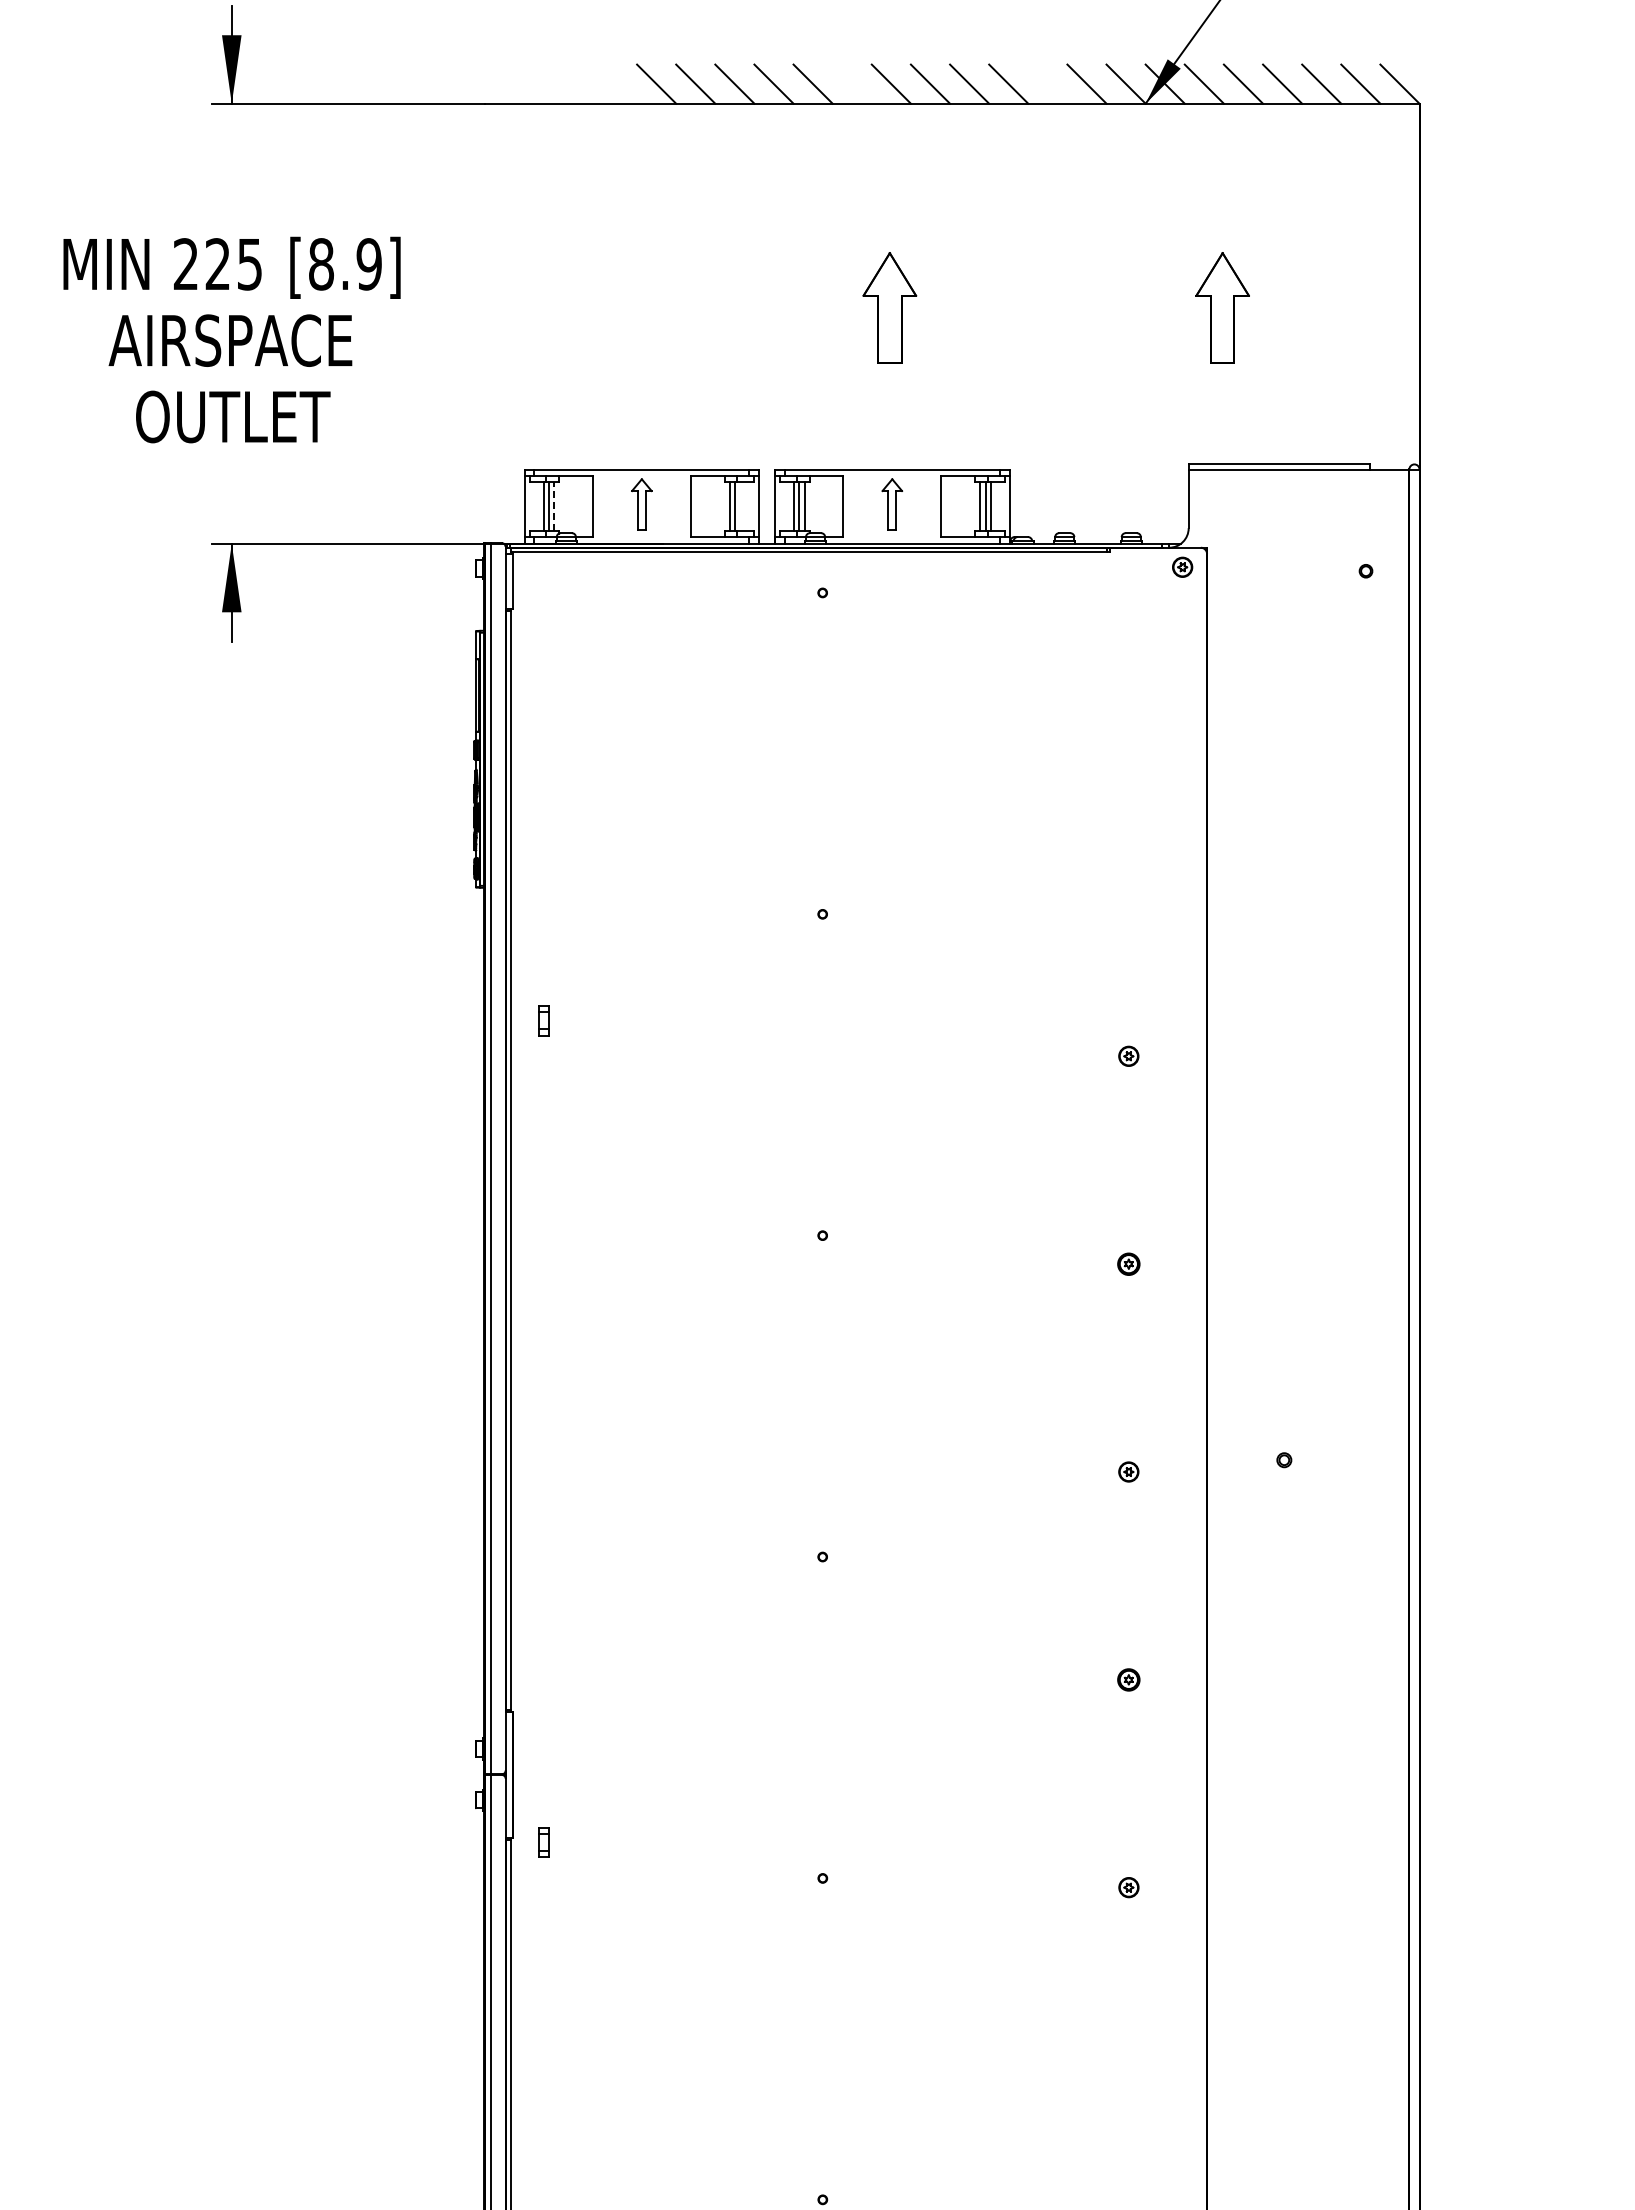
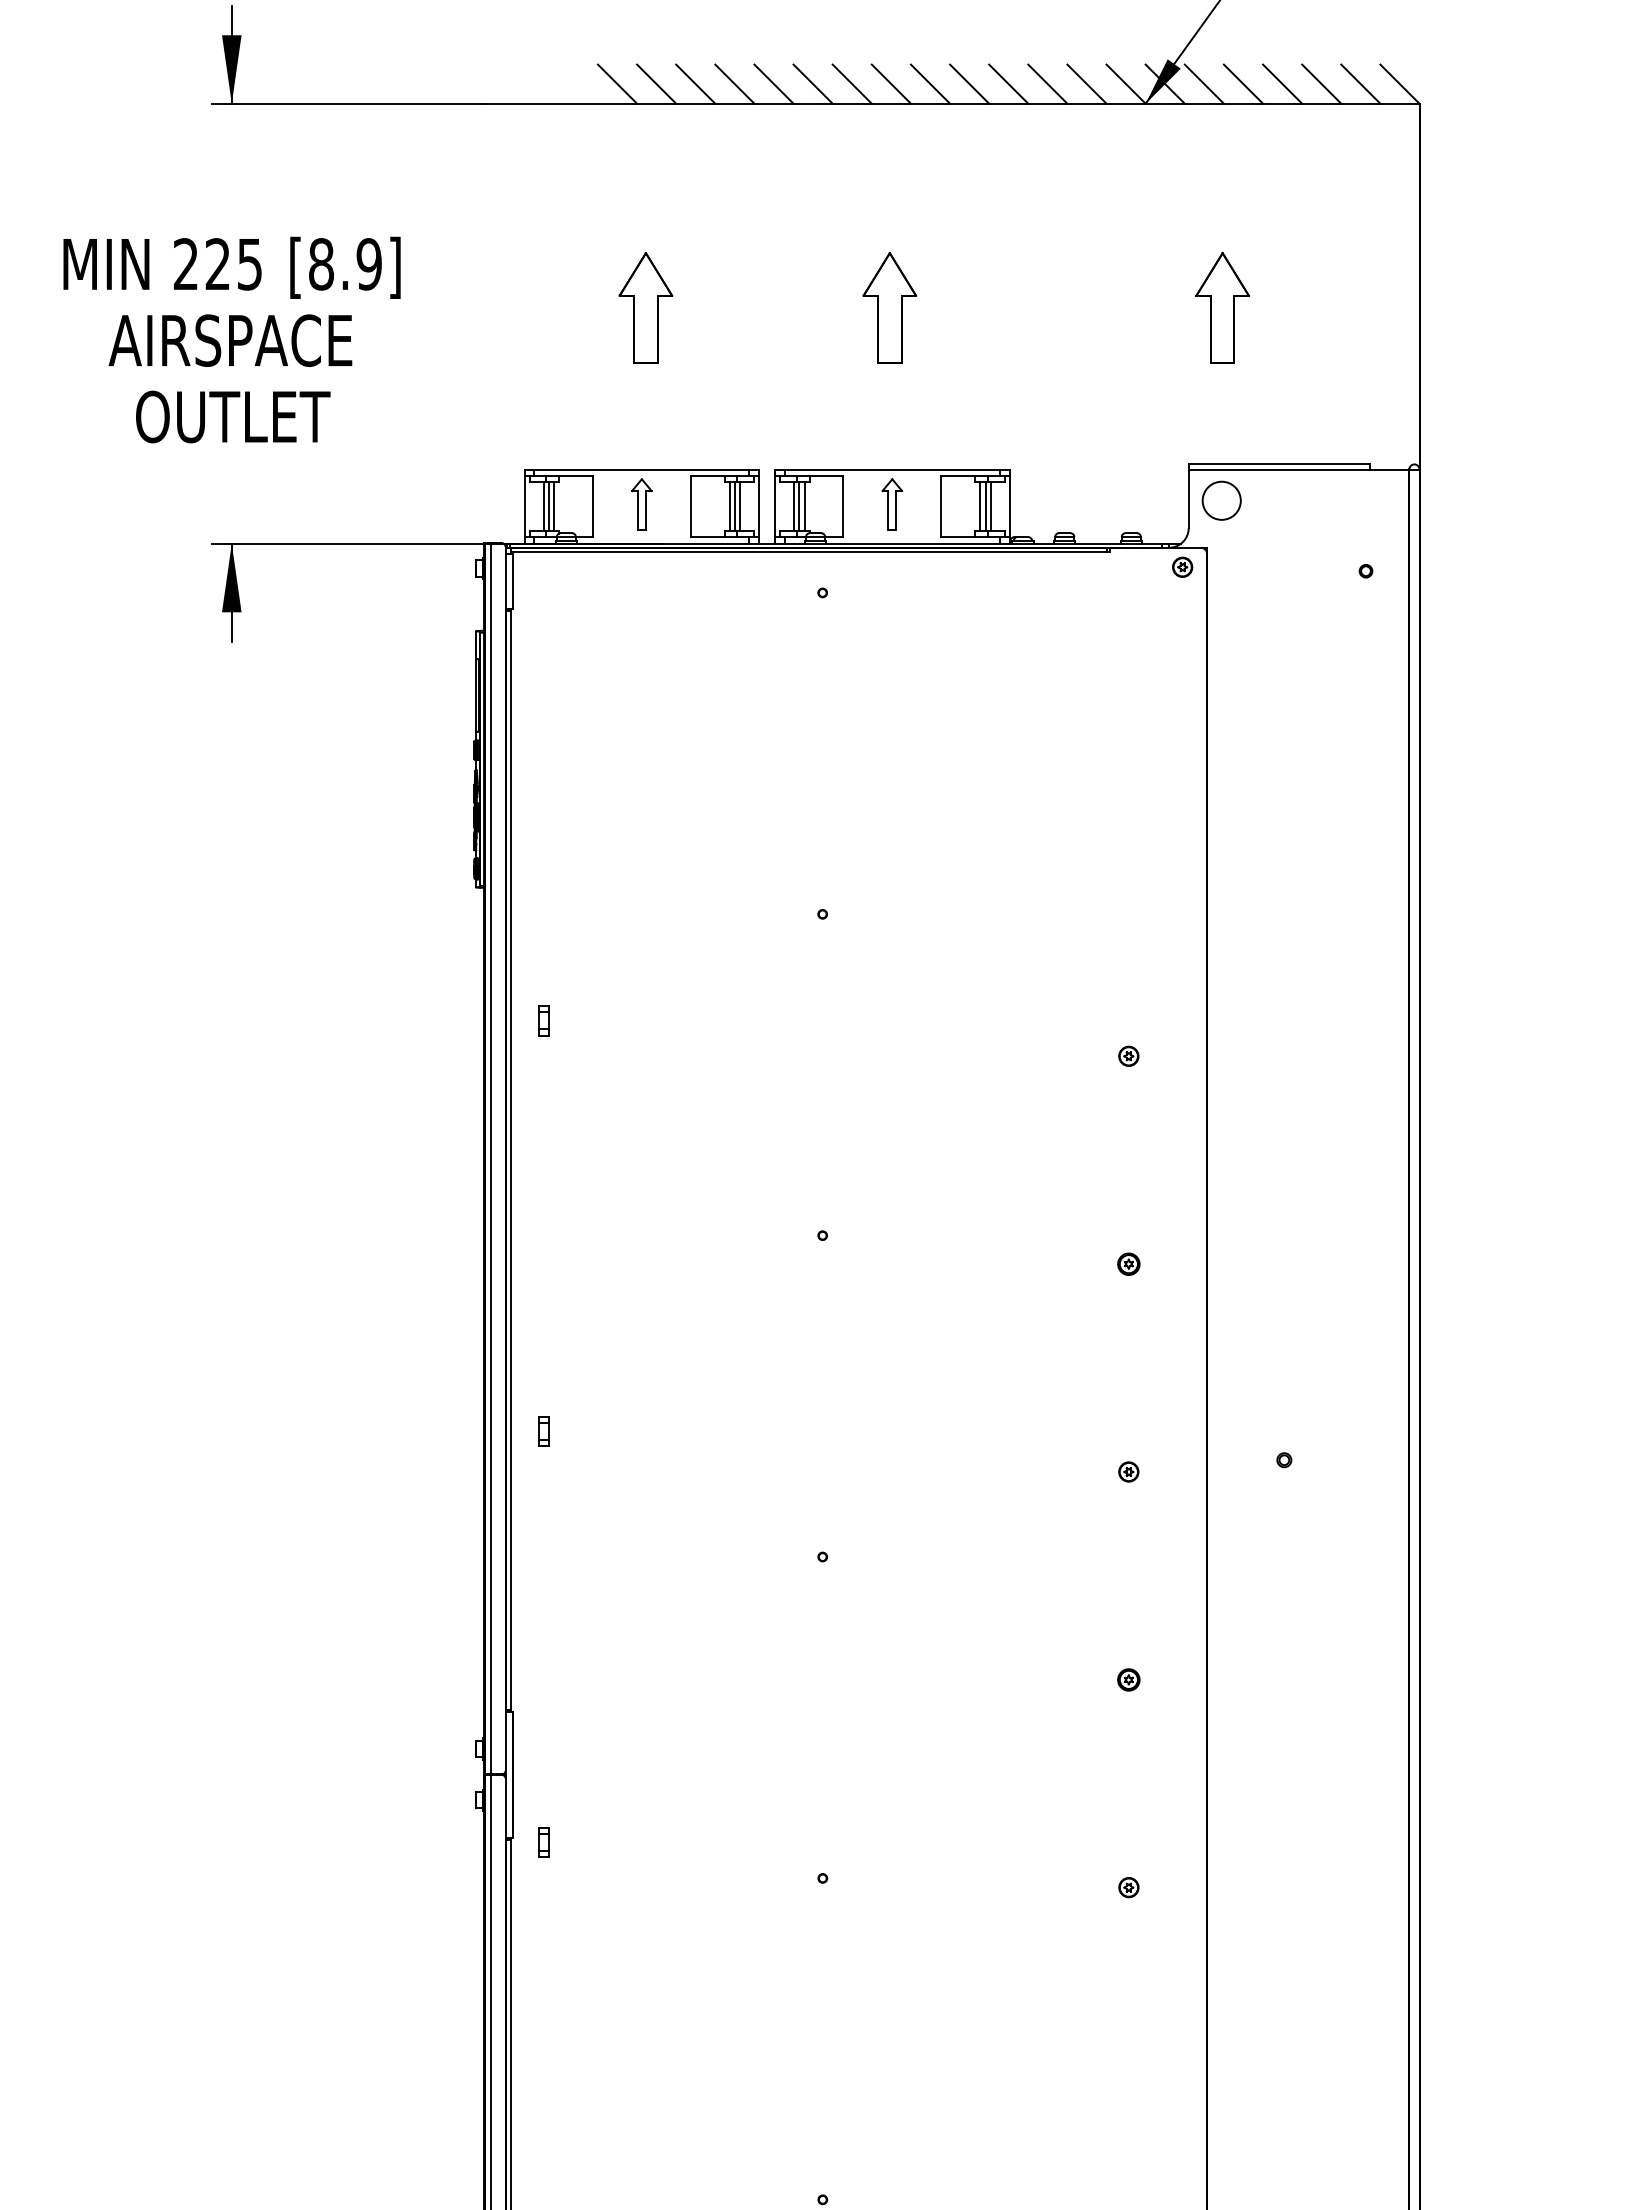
line at (617, 83): none -> present
line at (851, 83): none -> present
line at (1047, 83): none -> present
part at (645, 307): none -> present
circle at (1221, 500): none -> present
line at (554, 506): dashed -> solid
line at (740, 506): none -> present
part at (543, 1431): none -> present
